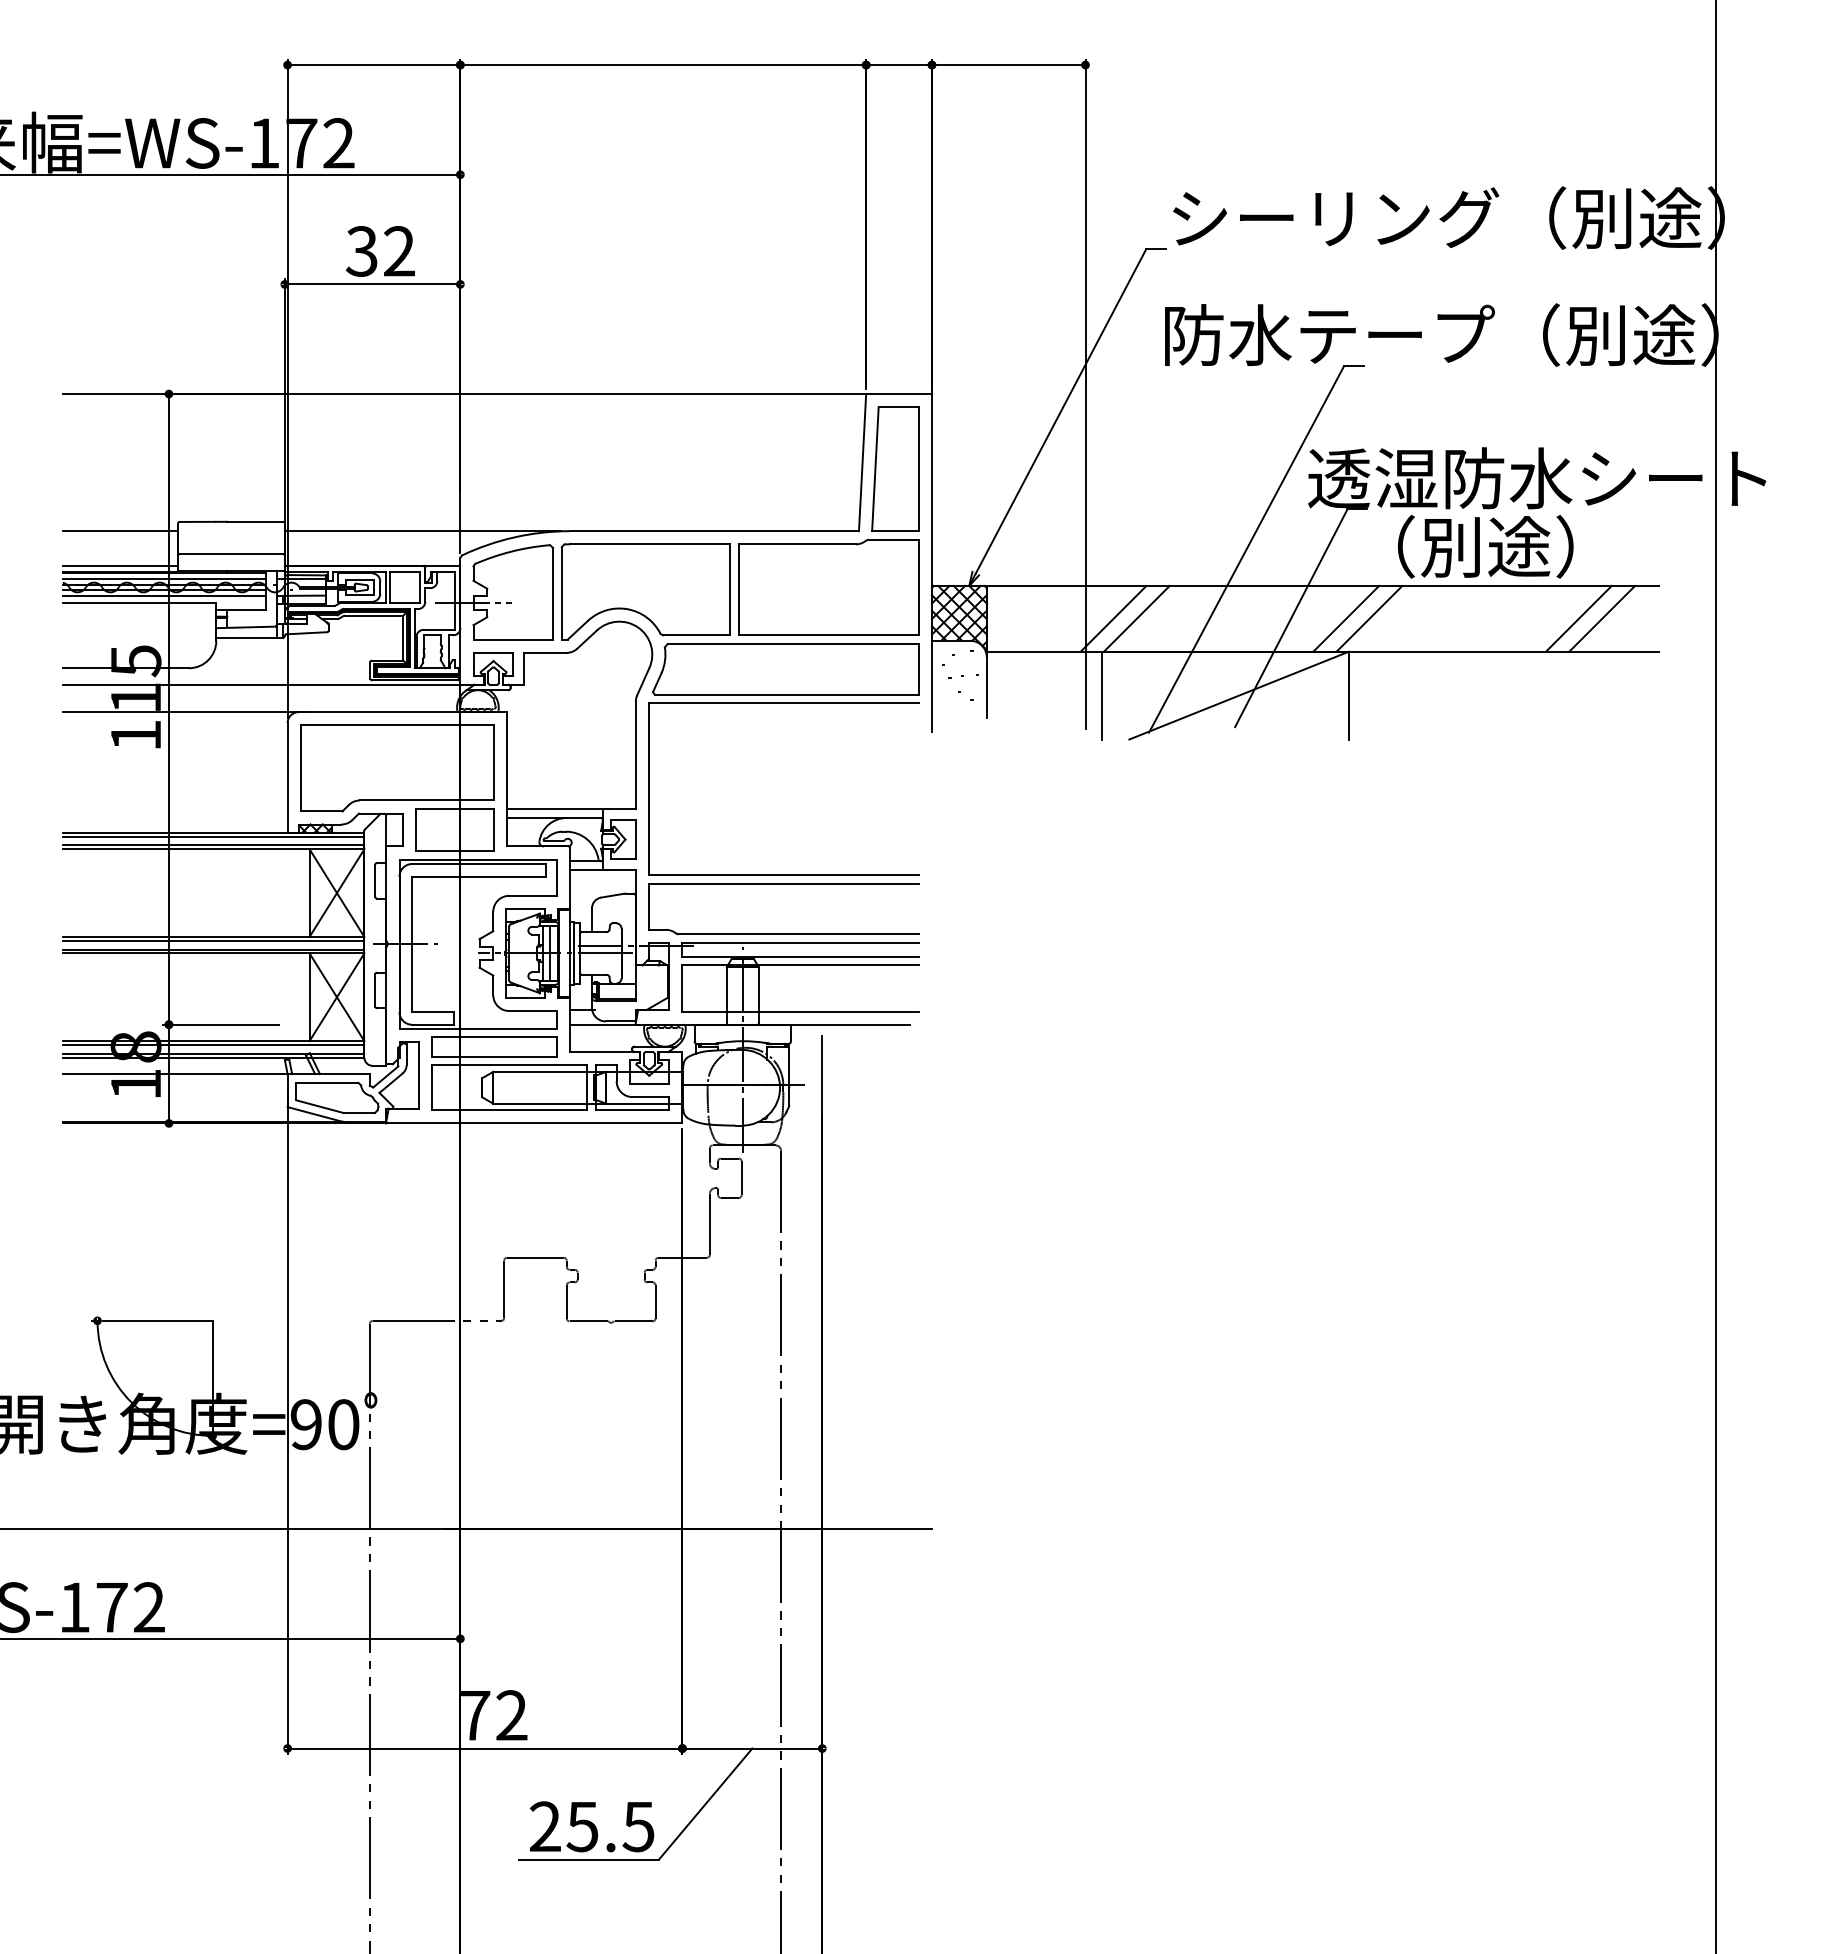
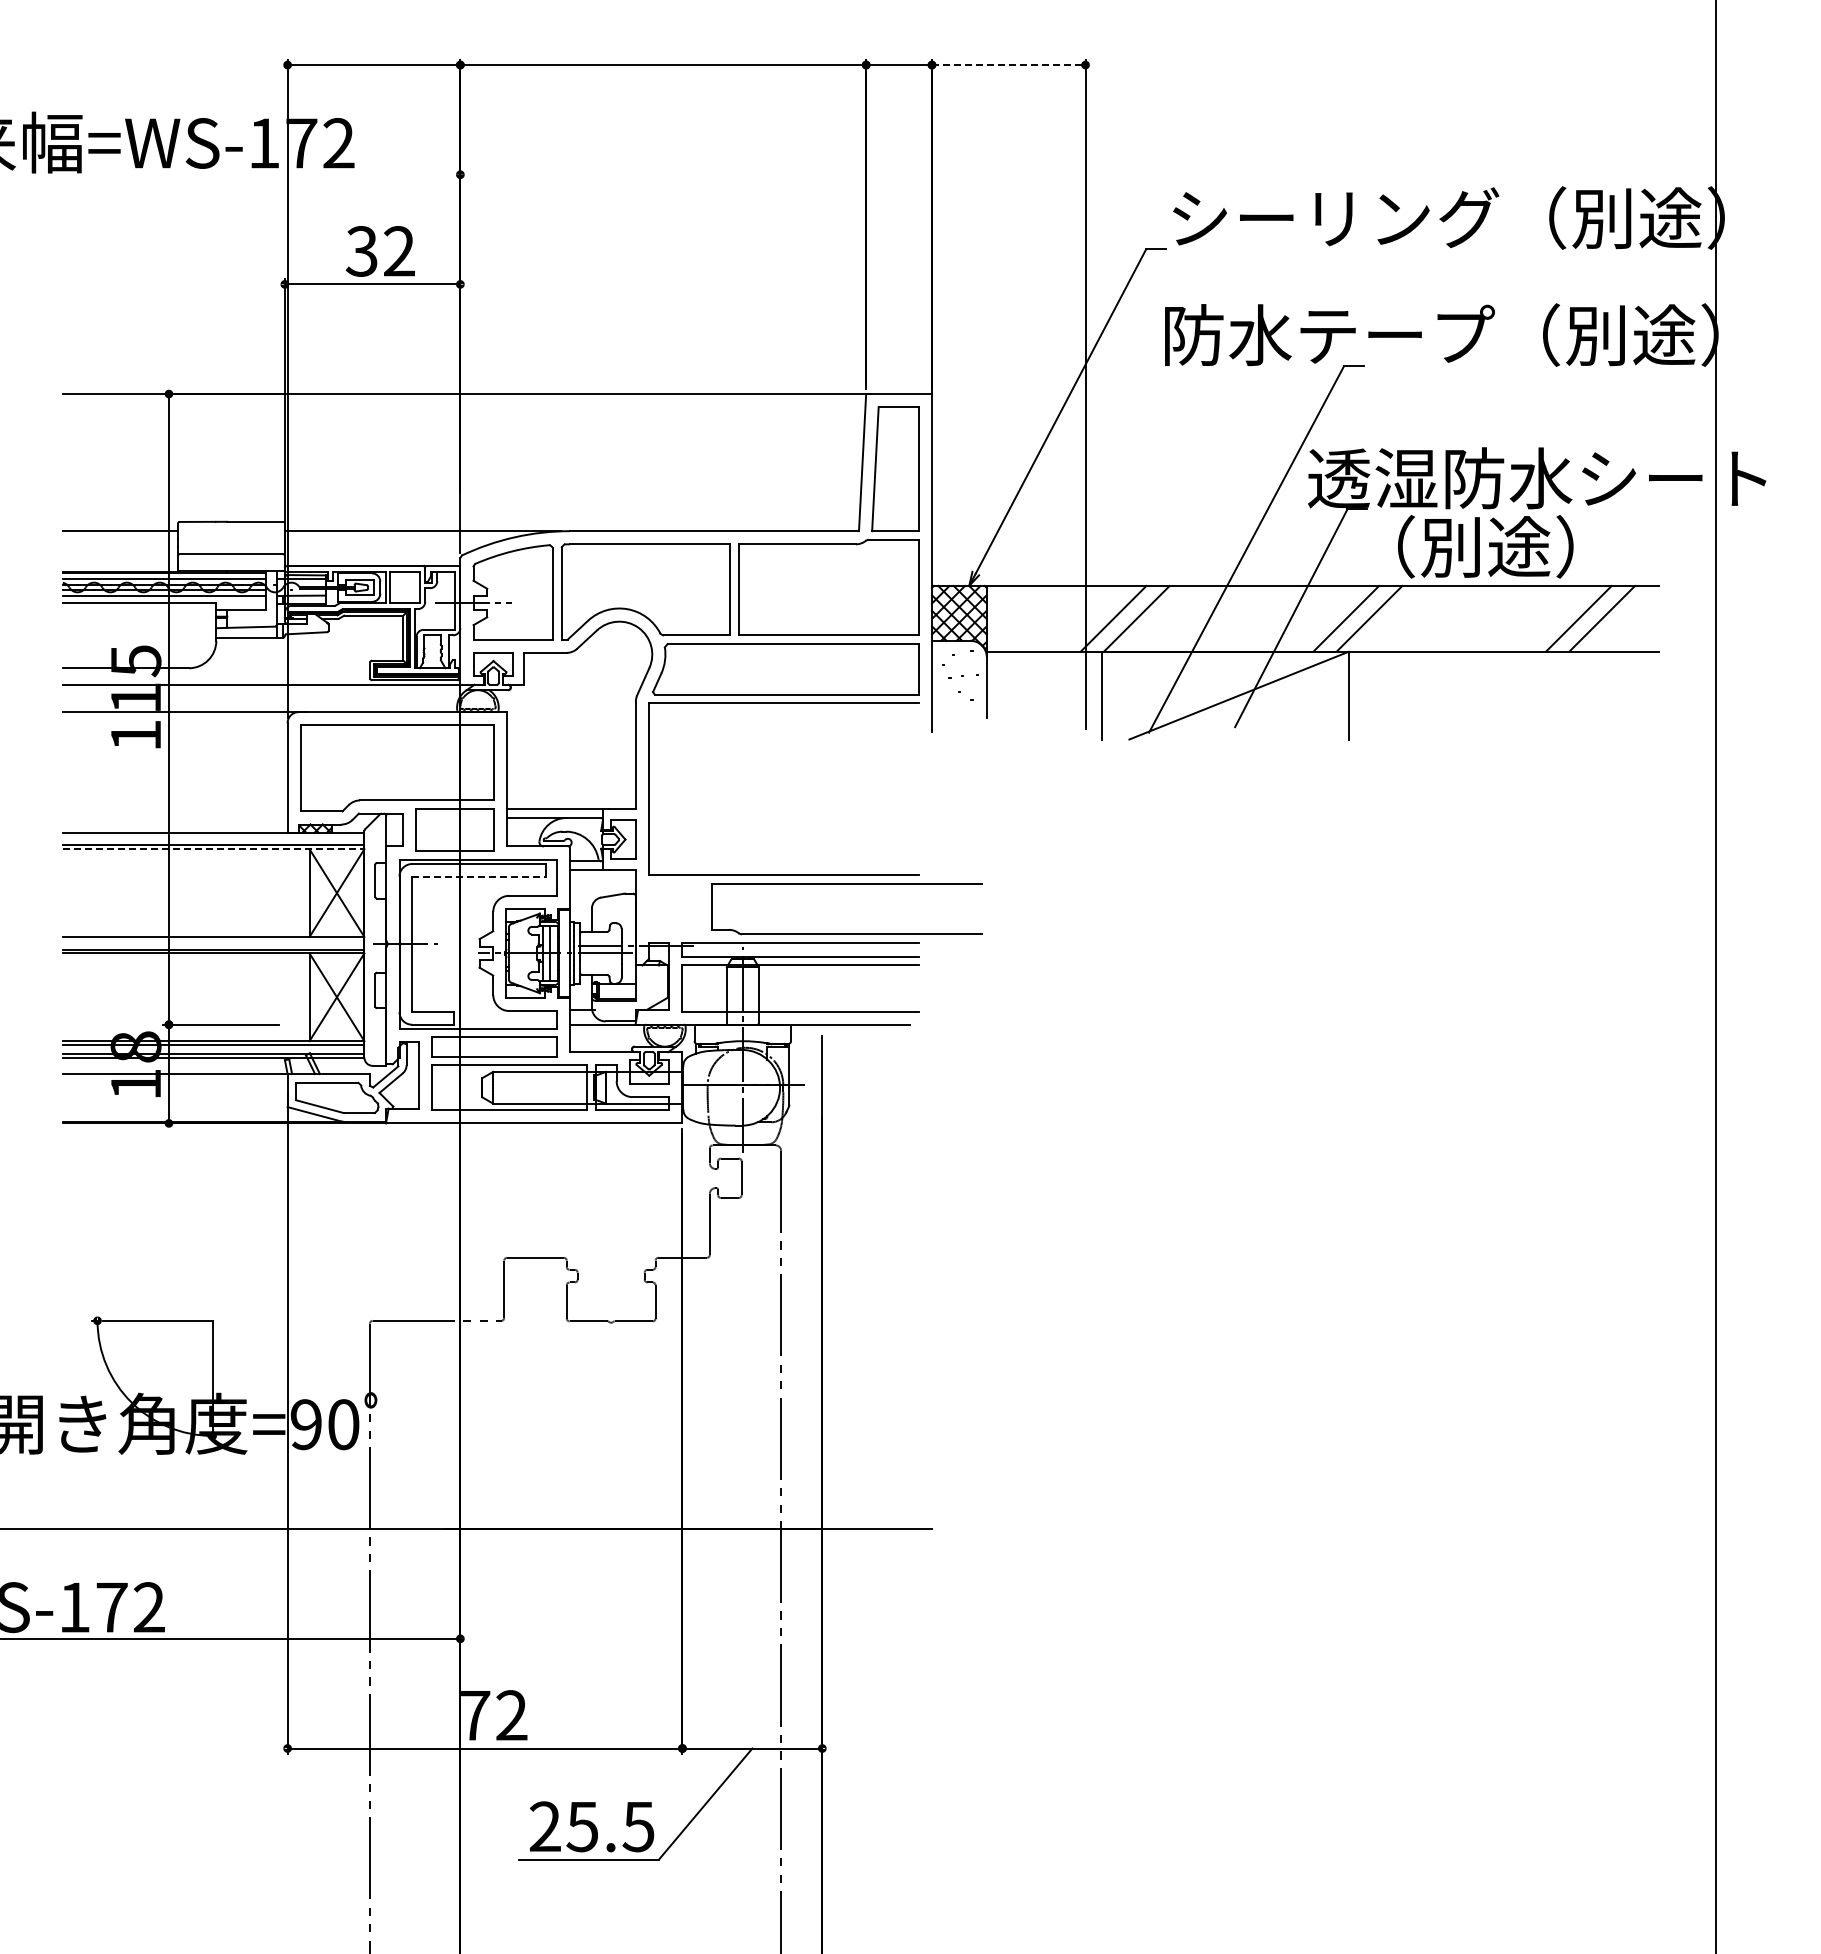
line at (1008, 65): solid -> dashed
line at (231, 174): present -> none
line at (119, 566): present -> none
line at (213, 836): present -> none
line at (213, 849): solid -> dashed
line at (479, 876): solid -> dashed
part at (783, 933) position: (783, 933) -> (846, 933)
line at (213, 940): present -> none
